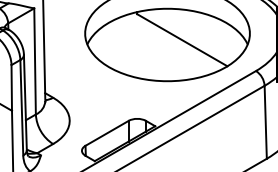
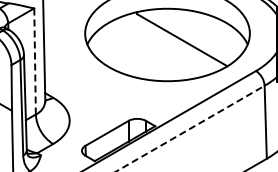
line at (35, 60): solid -> dashed
line at (190, 128): solid -> dashed
